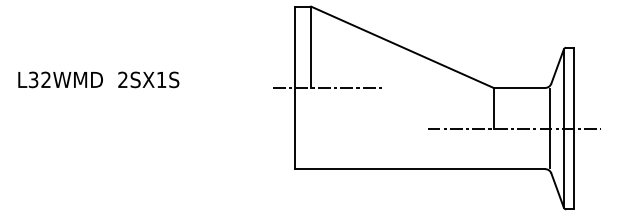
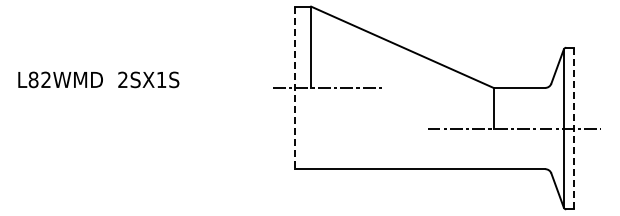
text at (33, 79): L32WMD -> L82WMD
line at (295, 88): solid -> dashed
line at (549, 128): present -> none
line at (573, 128): solid -> dashed
